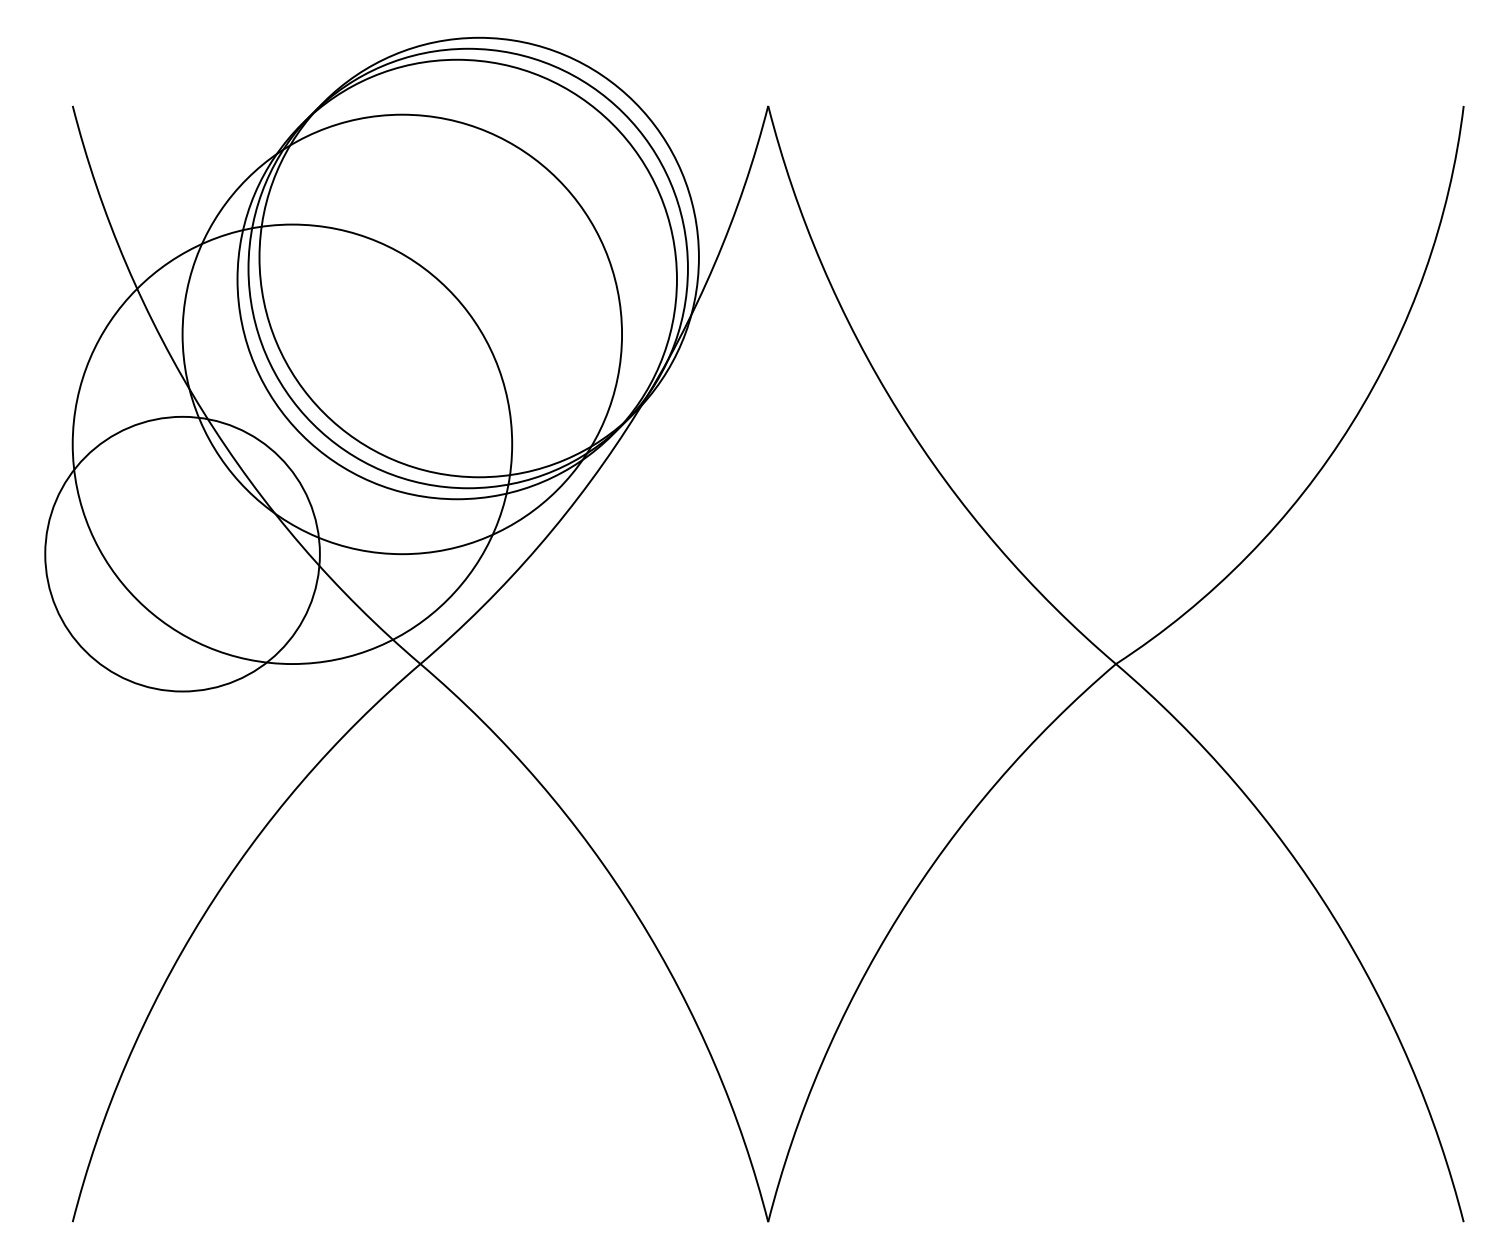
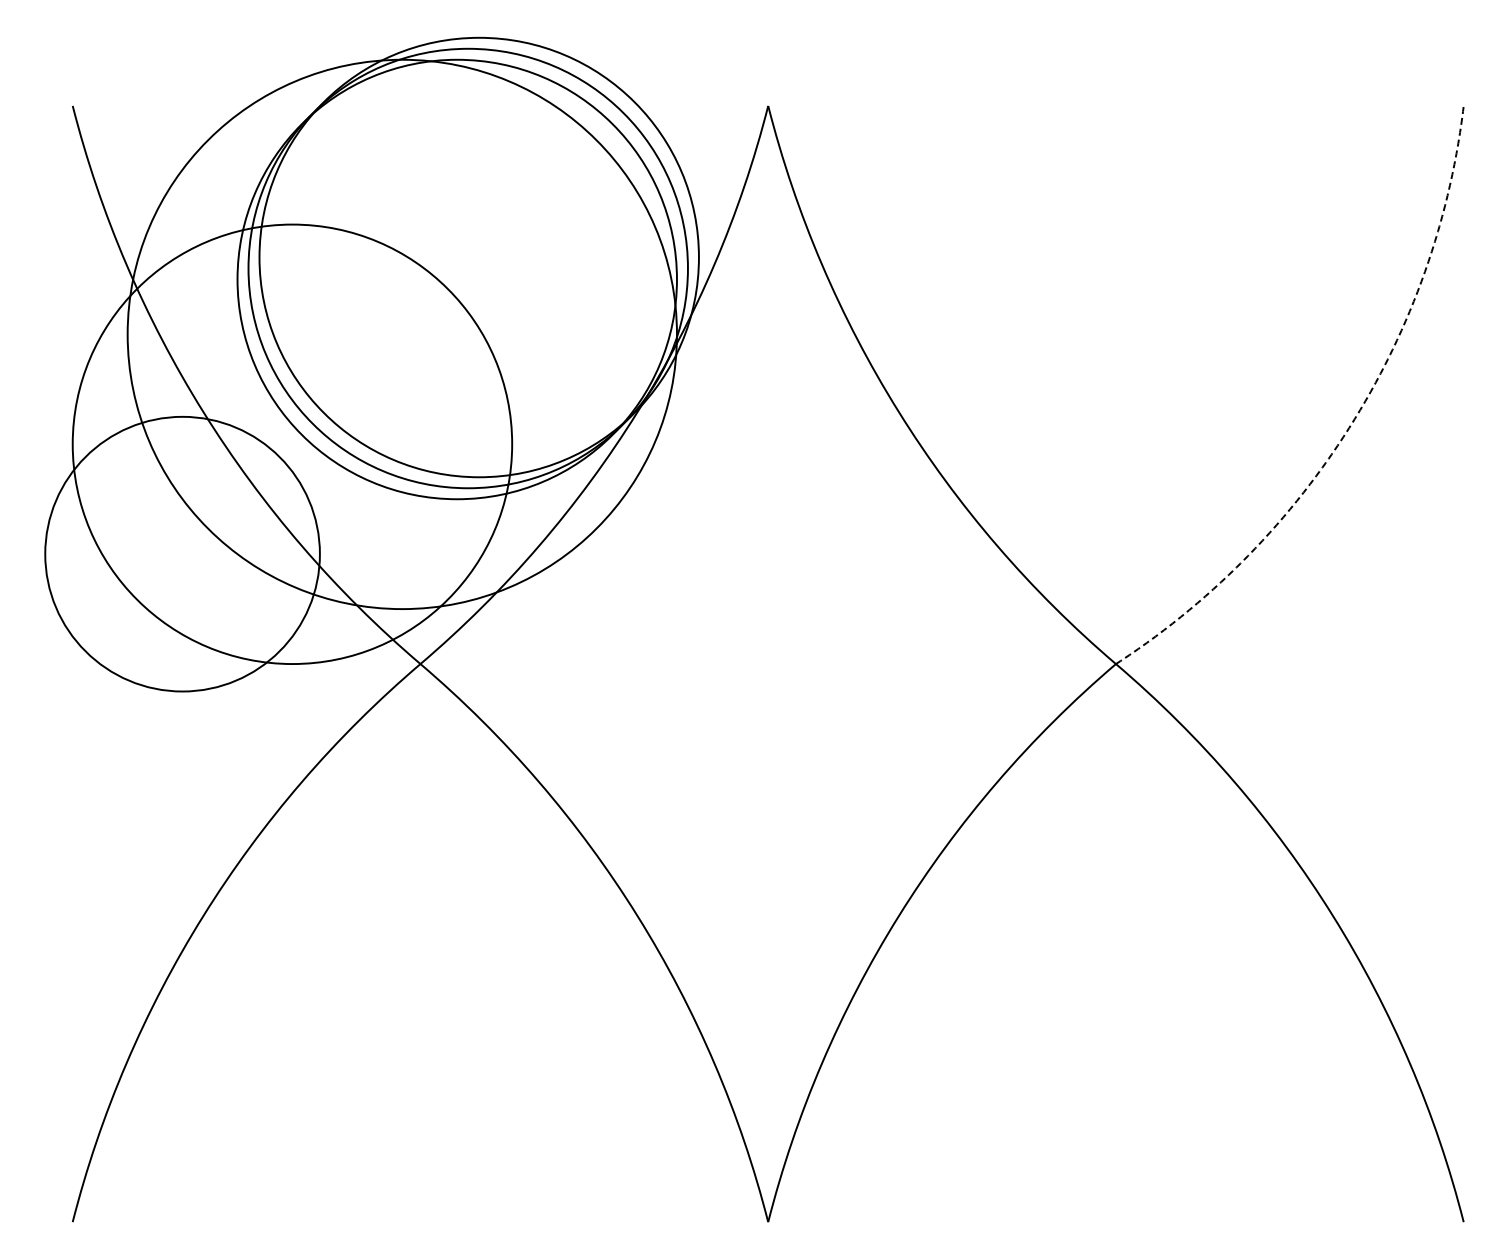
circle at (402, 334) diameter: 439 px -> 549 px
arc at (1351, 423): solid -> dashed
